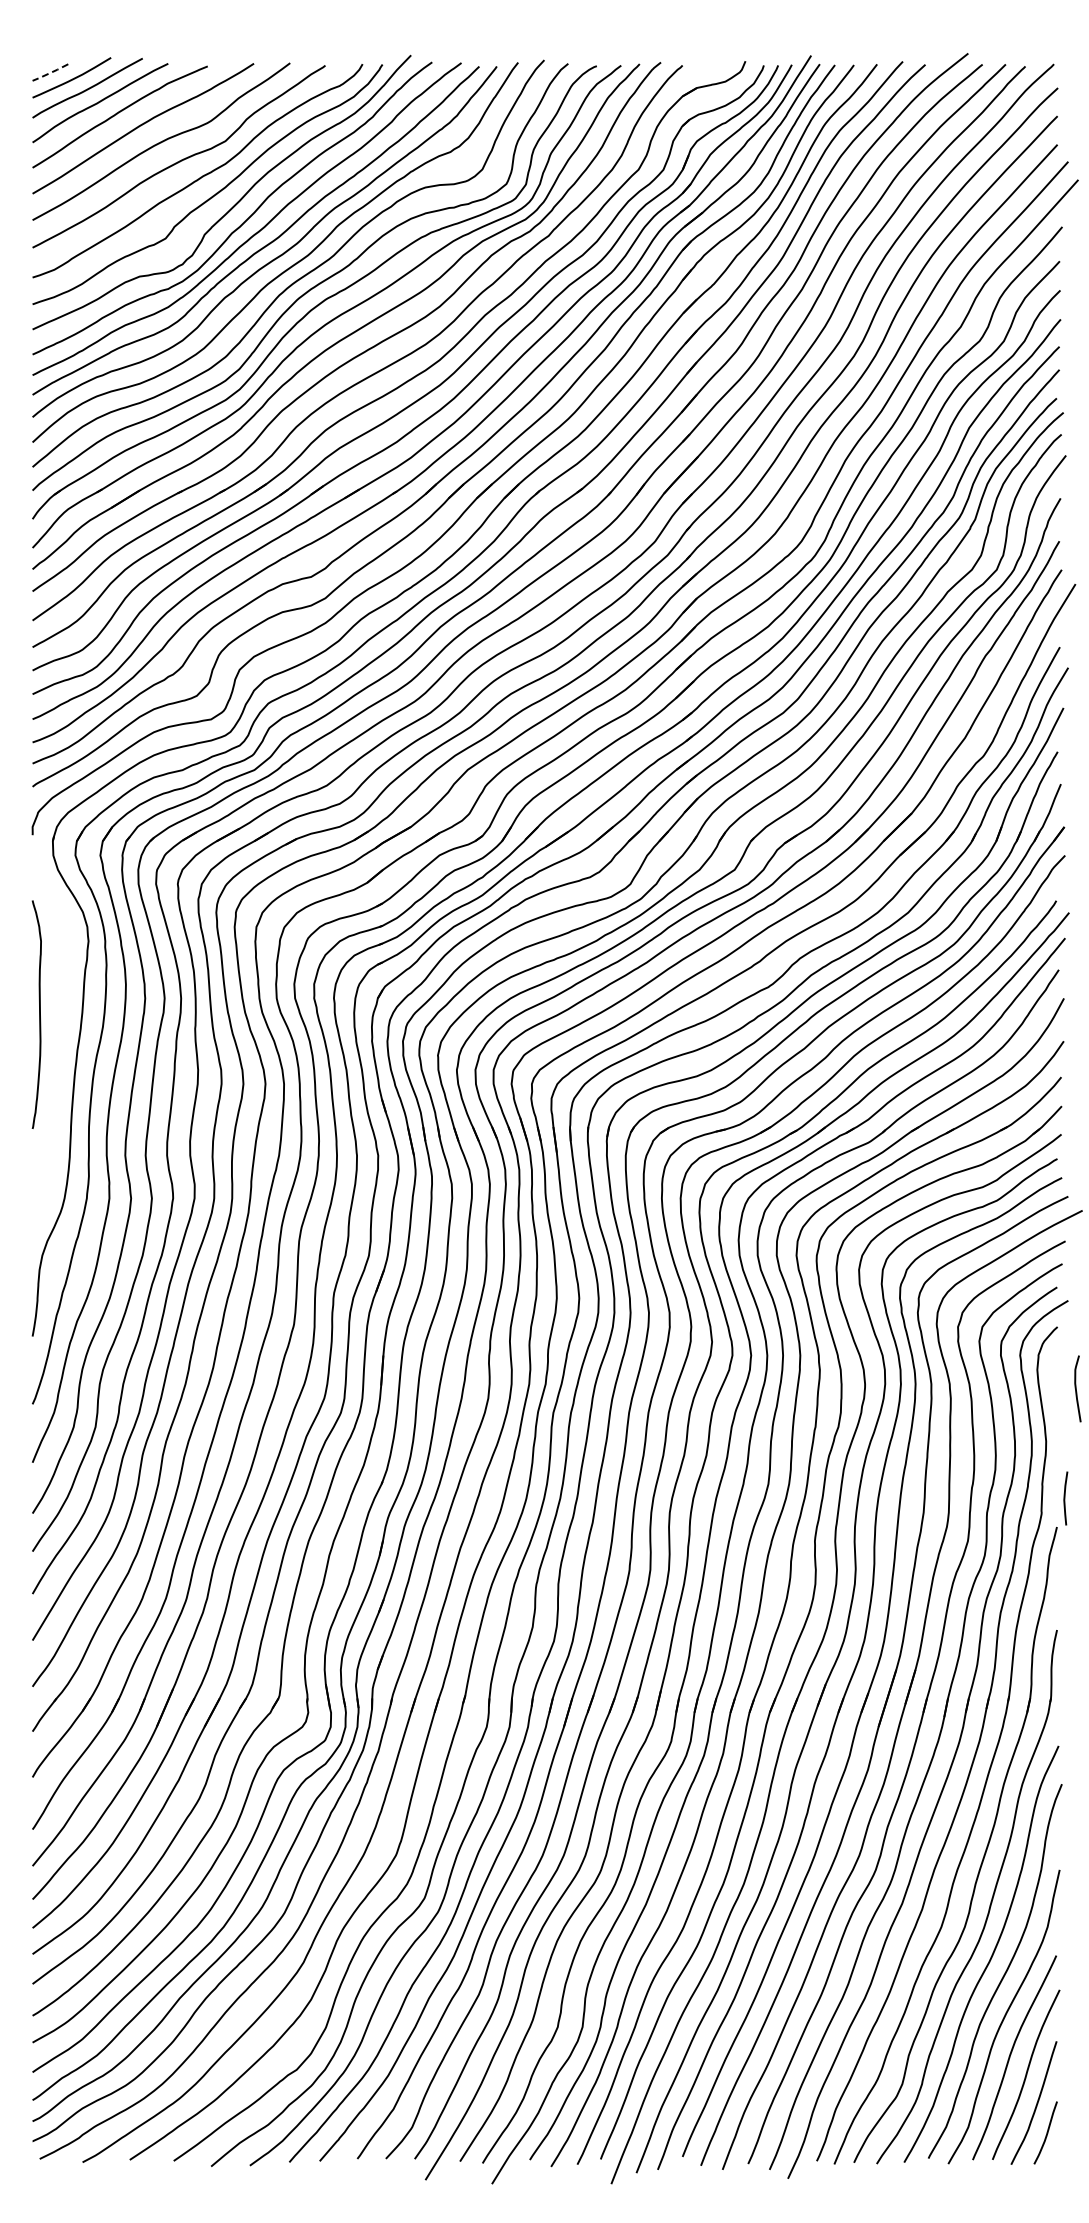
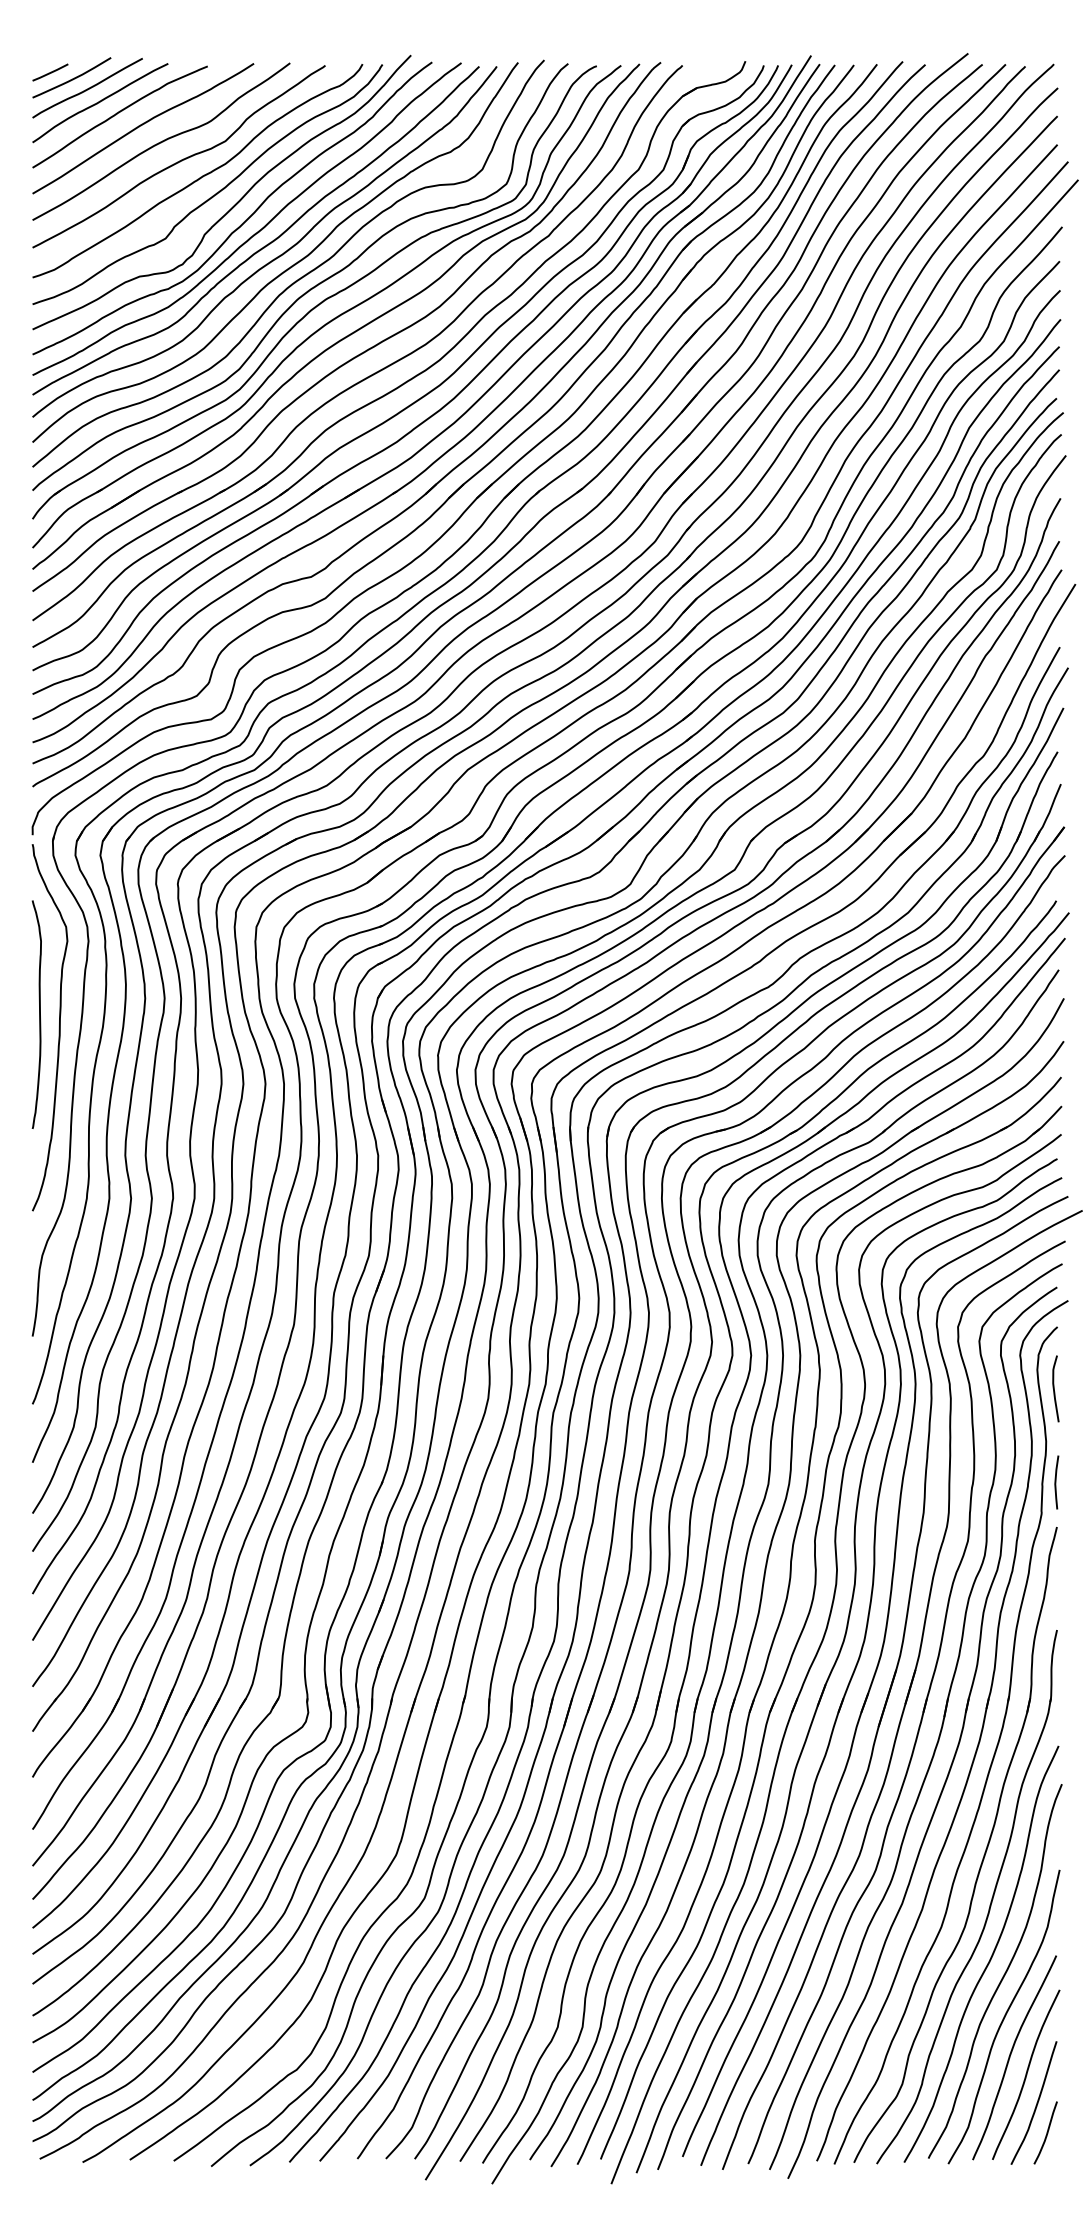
line at (50, 73): dashed -> solid
curve at (58, 1028): none -> present
curve at (1076, 1388) position: (1076, 1388) -> (1054, 1388)
line at (1065, 1498) position: (1065, 1498) -> (1056, 1482)
